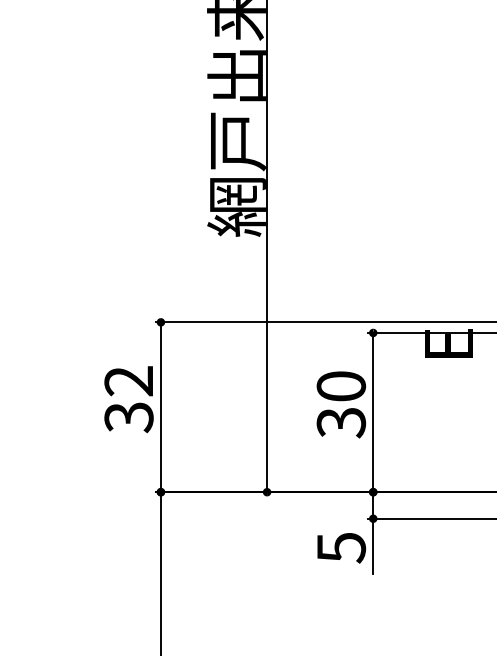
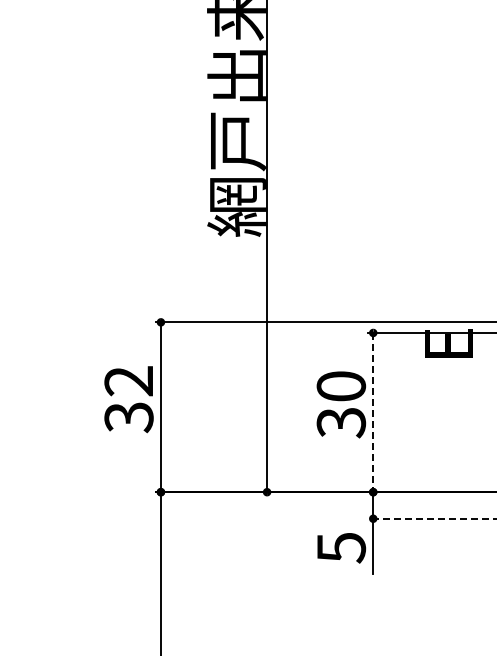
line at (373, 412): solid -> dashed
line at (431, 518): solid -> dashed
